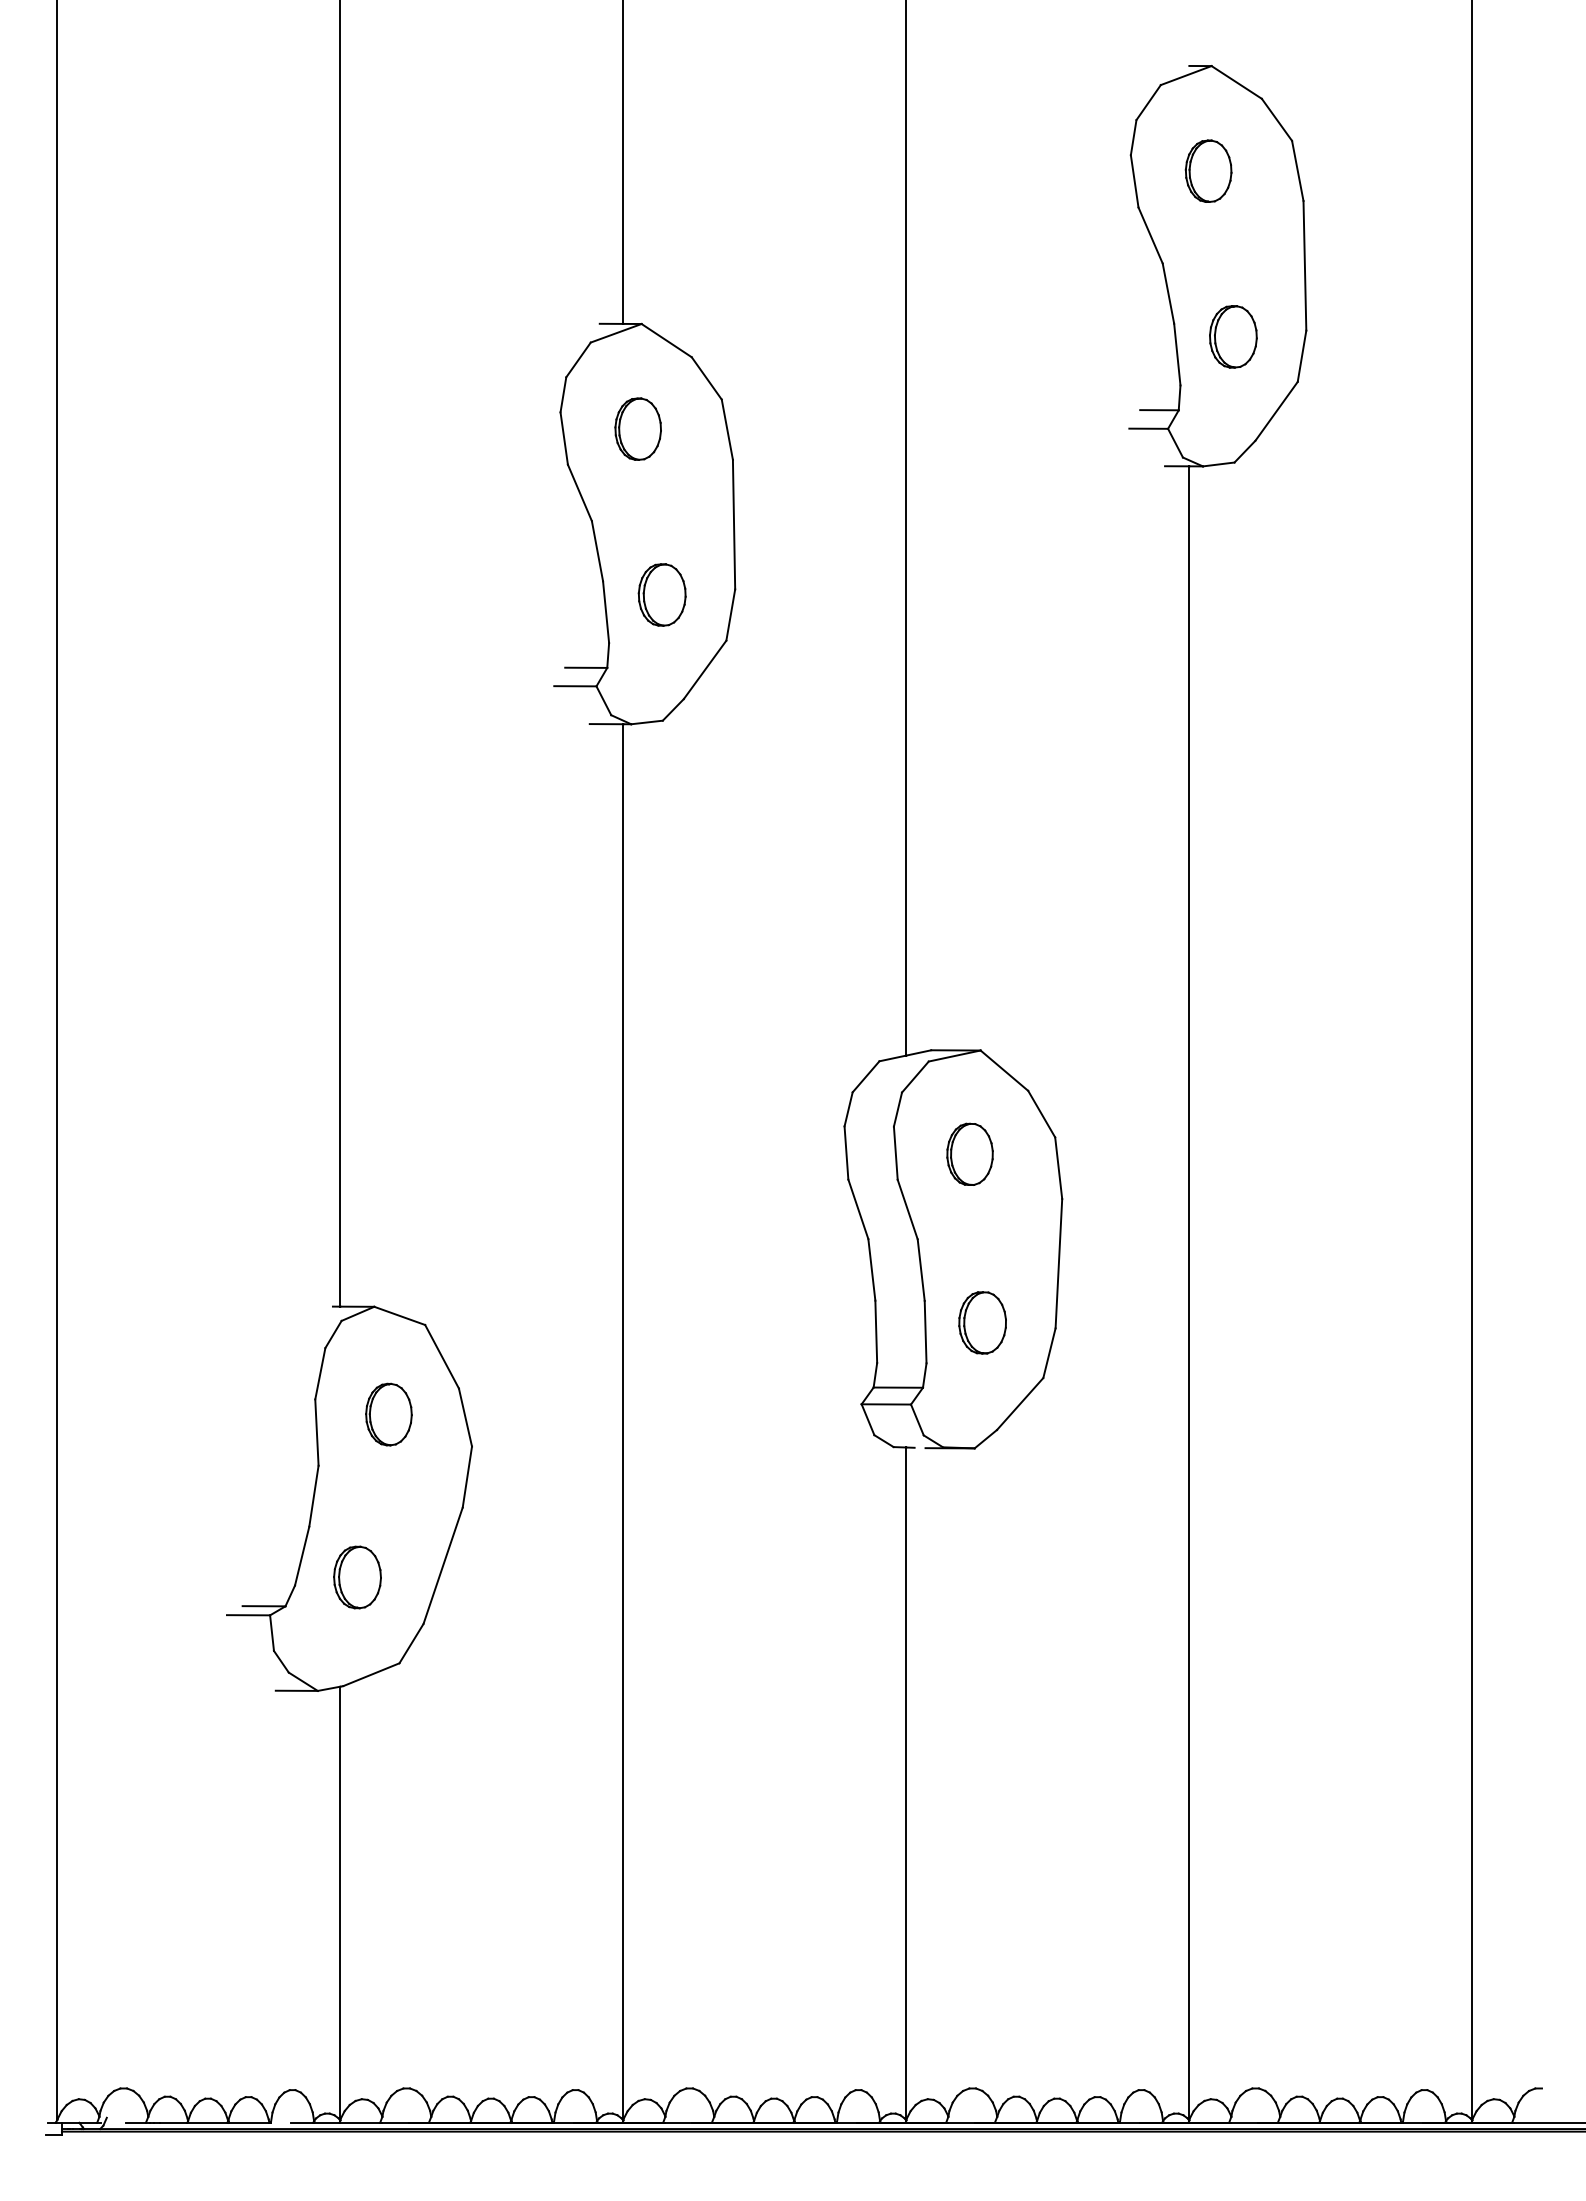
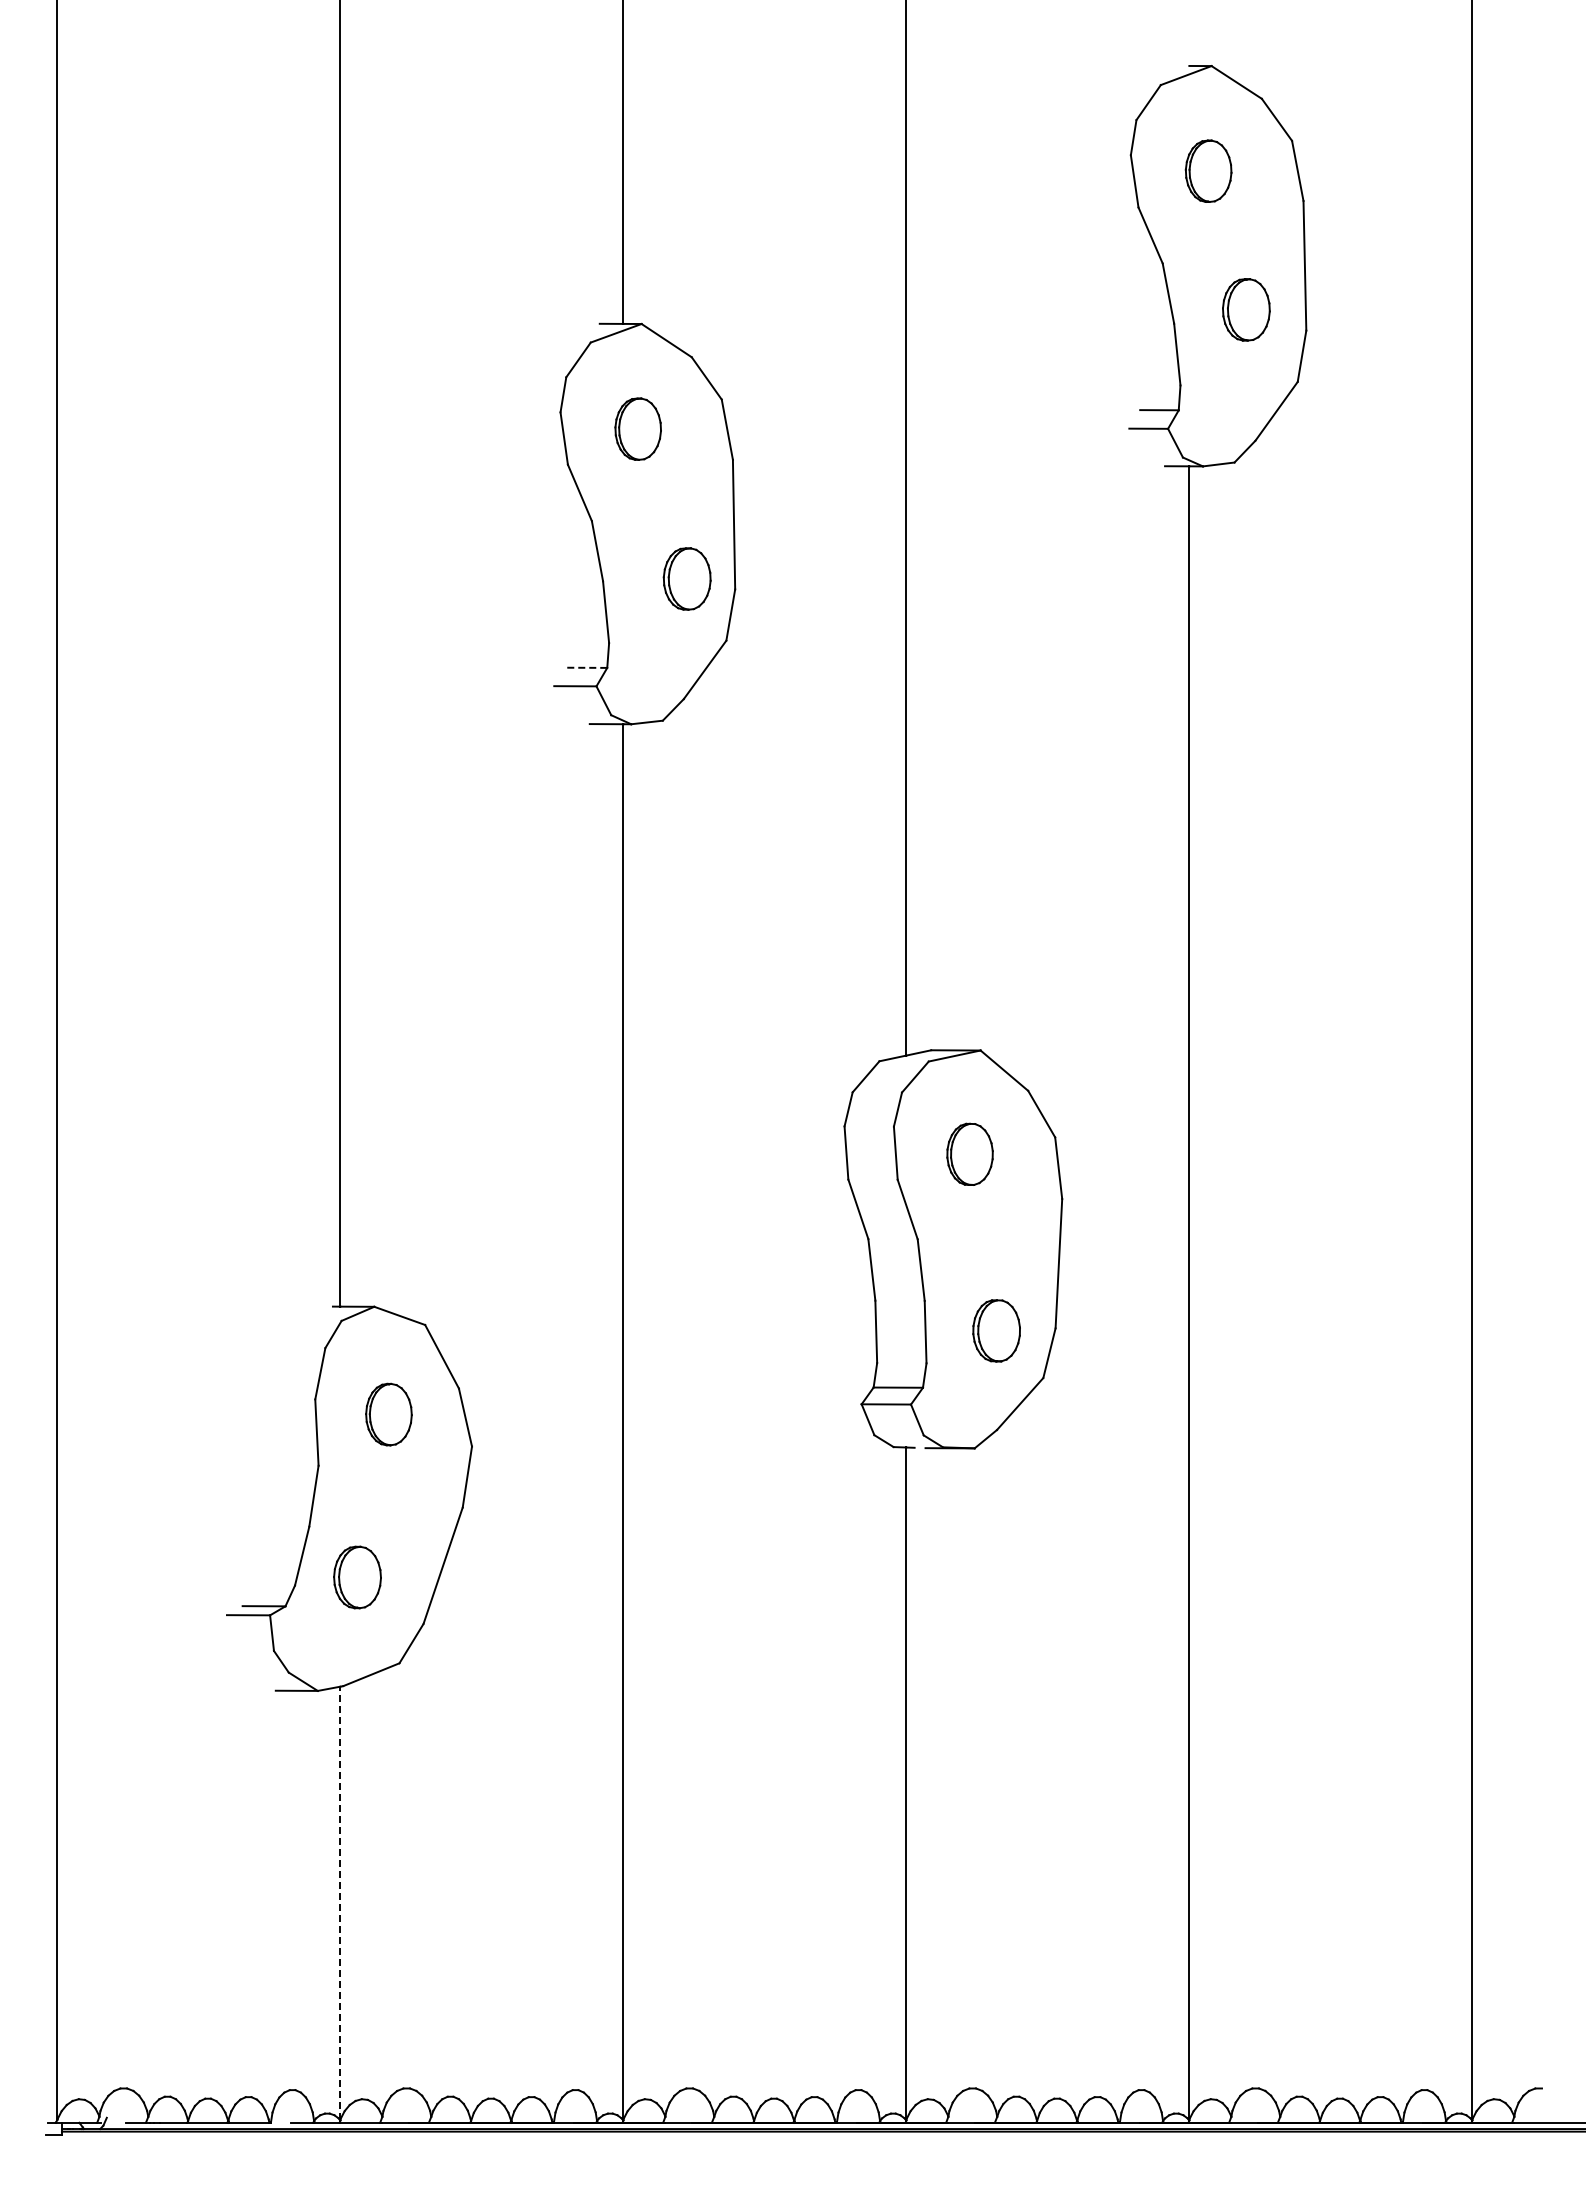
part at (1233, 336) position: (1233, 336) -> (1246, 309)
part at (661, 594) position: (661, 594) -> (686, 578)
line at (585, 667): solid -> dashed
part at (982, 1322) position: (982, 1322) -> (996, 1330)
line at (340, 1903): solid -> dashed
